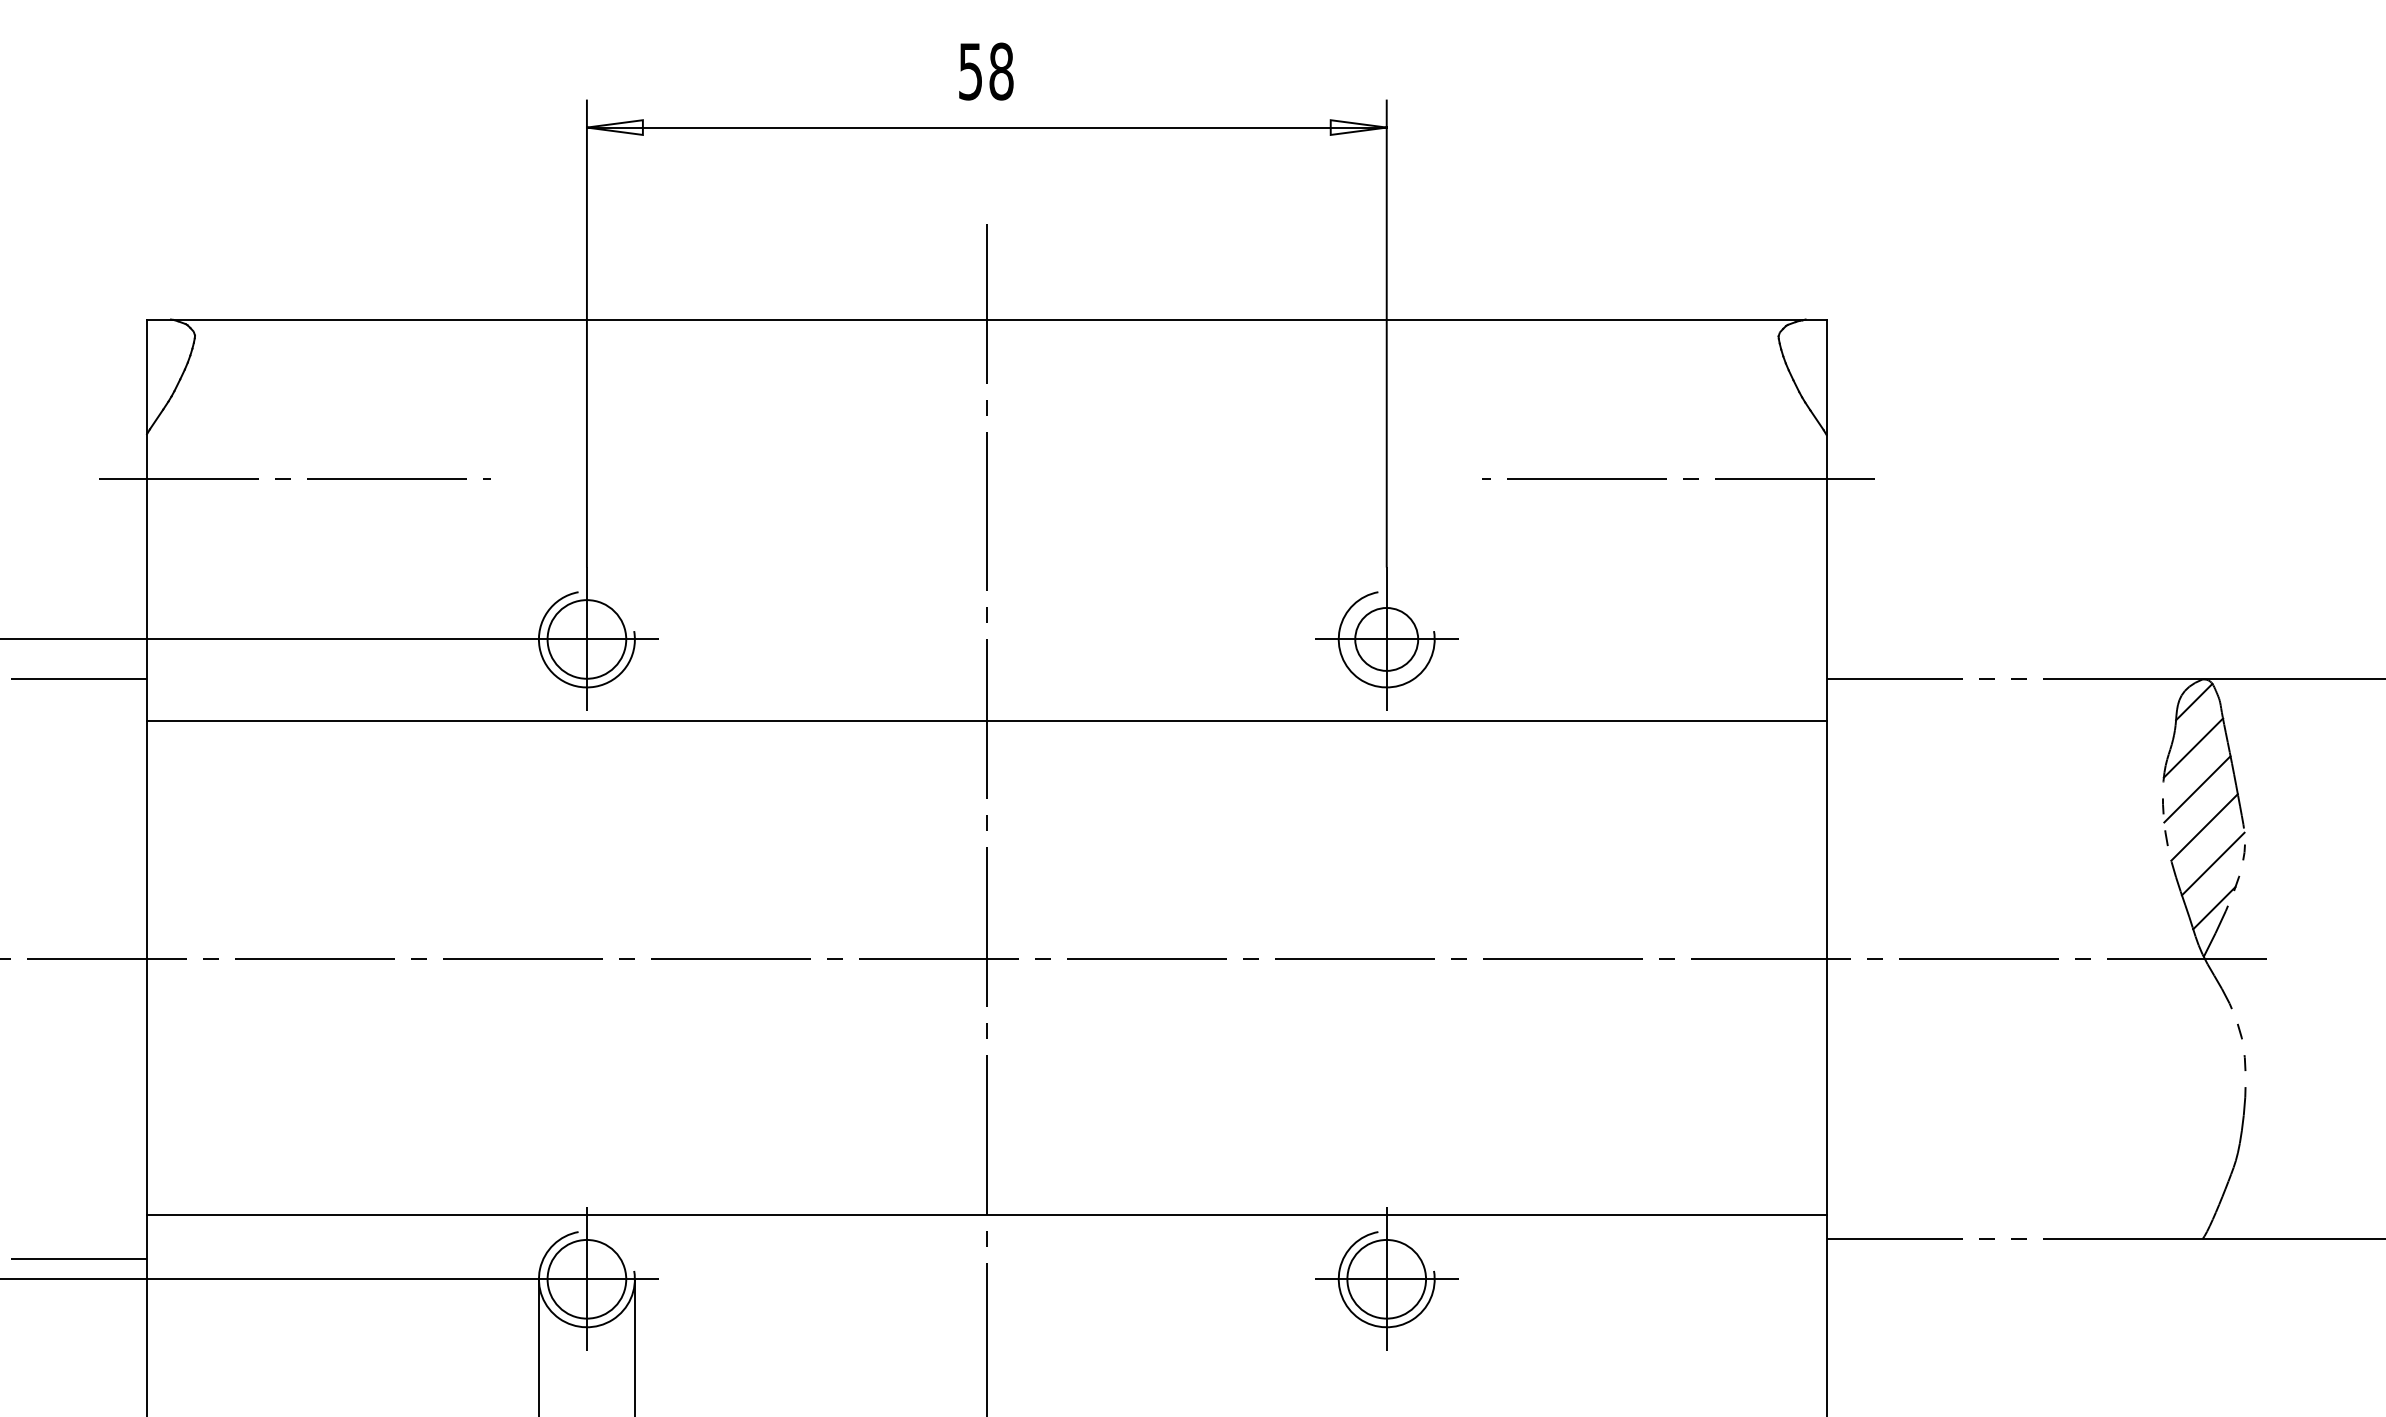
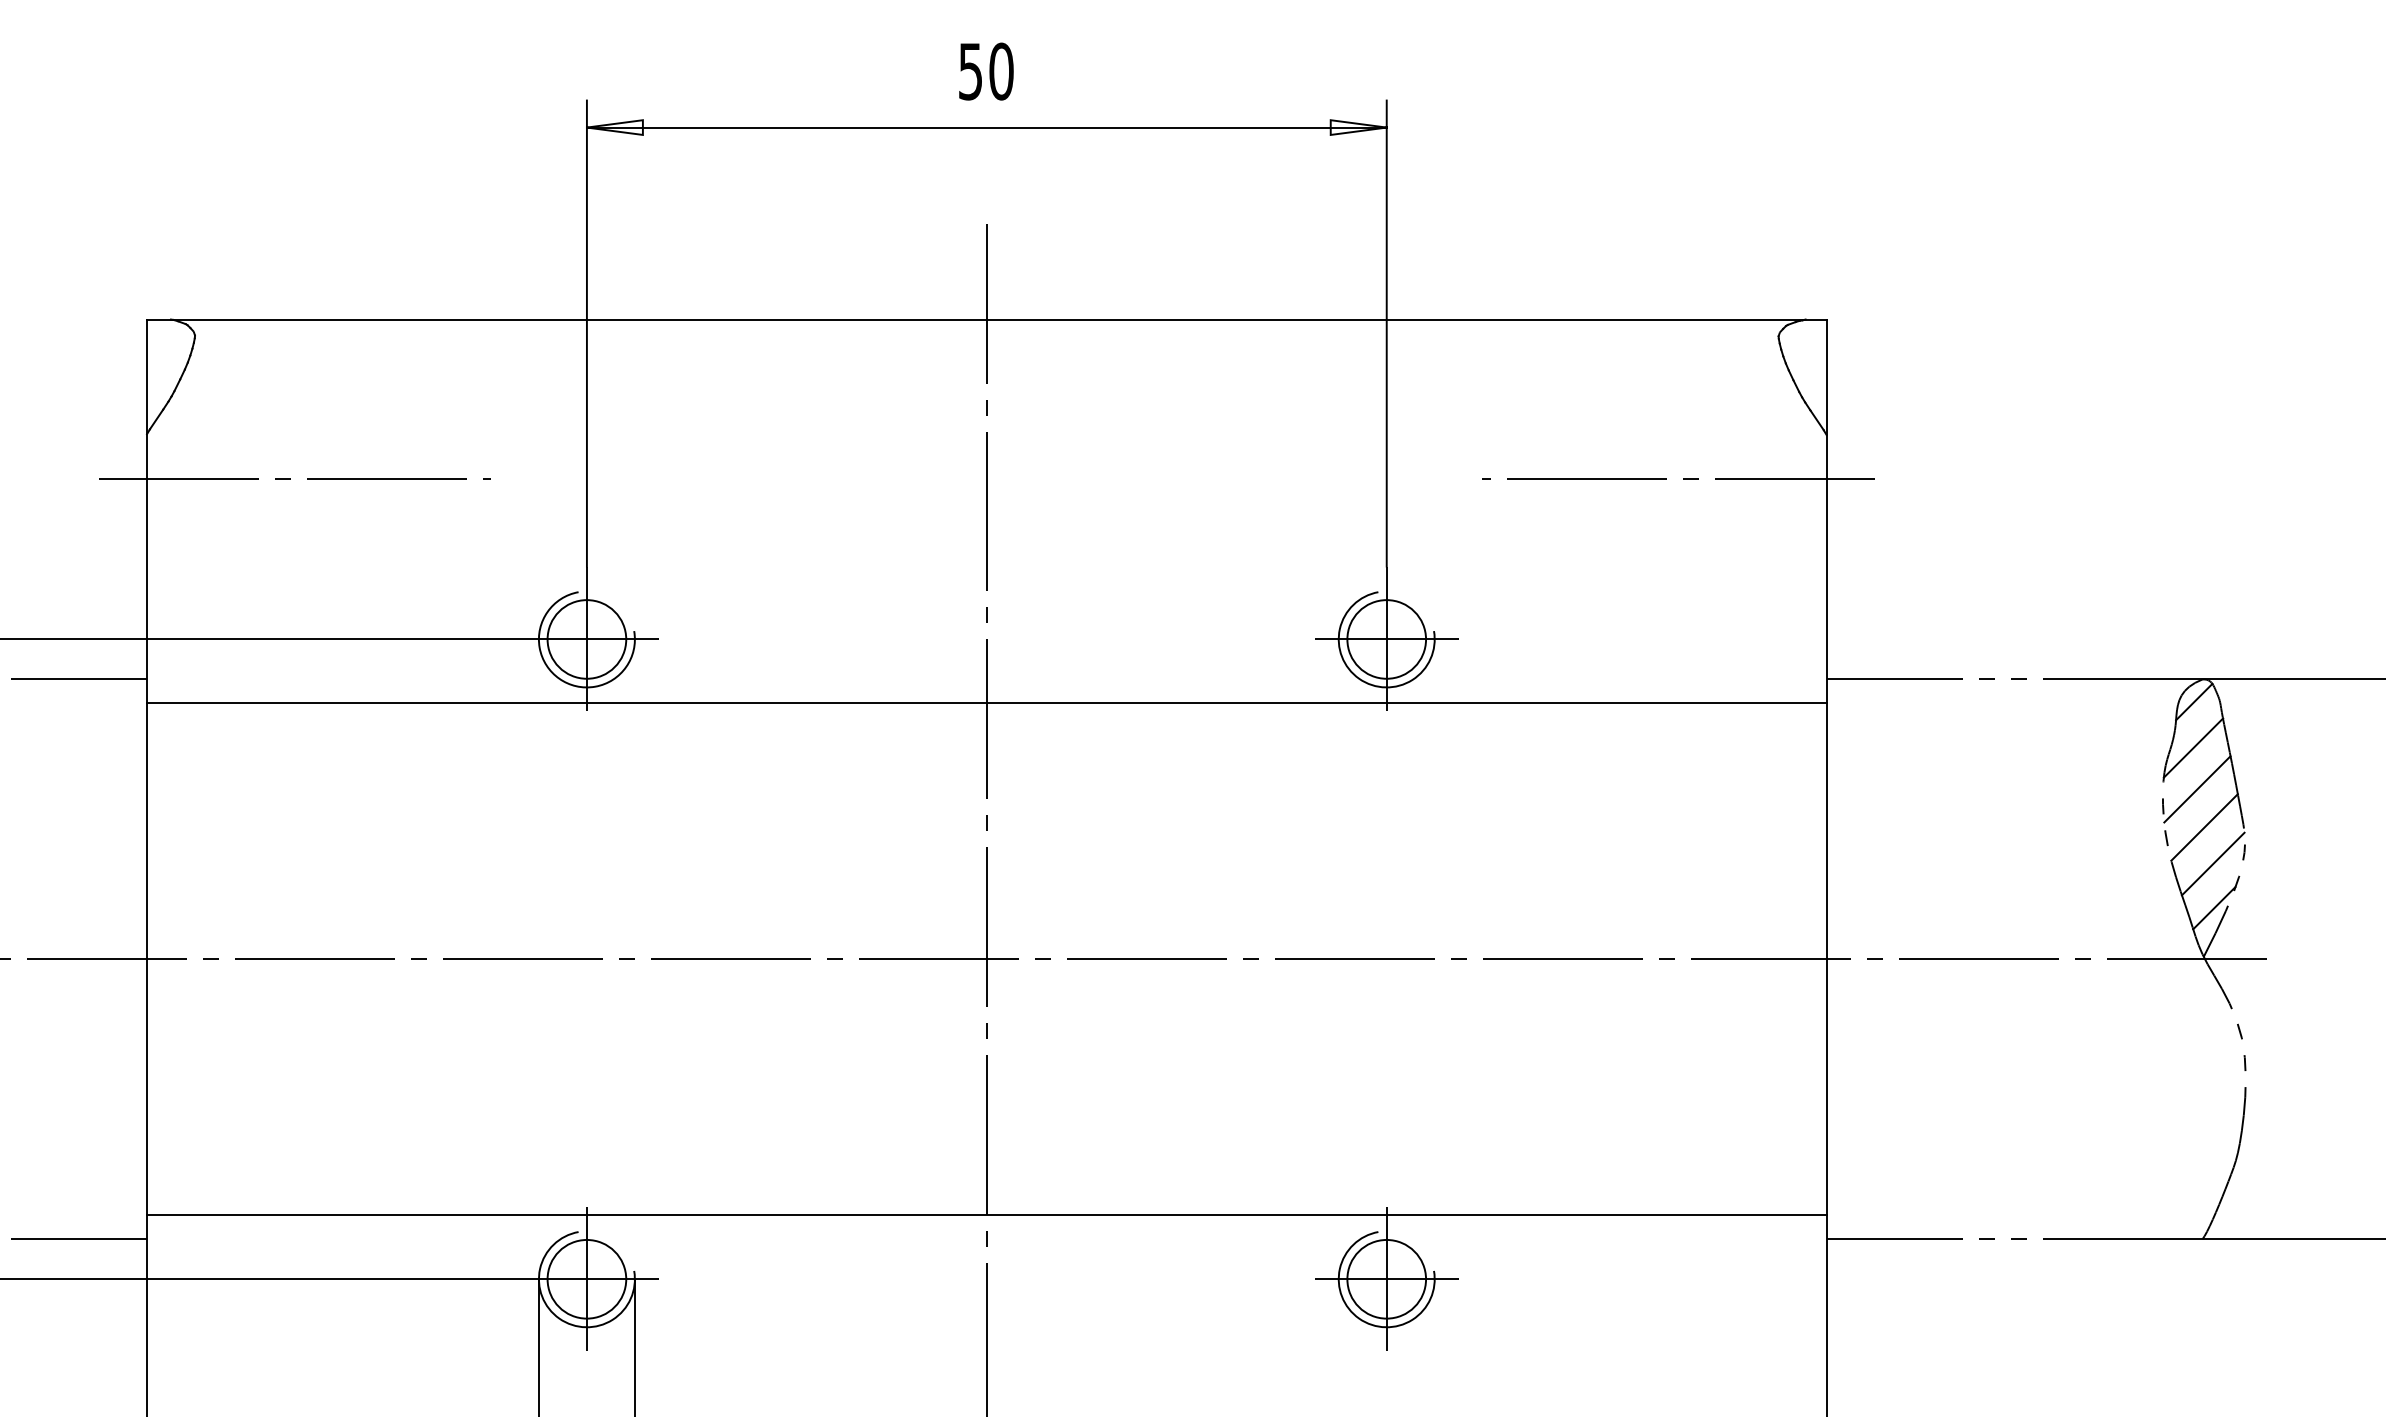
text at (1001, 71): 58 -> 50
circle at (1386, 639) diameter: 63 px -> 79 px
line at (986, 721) position: (986, 721) -> (986, 703)
line at (74, 1259) position: (74, 1259) -> (74, 1239)
